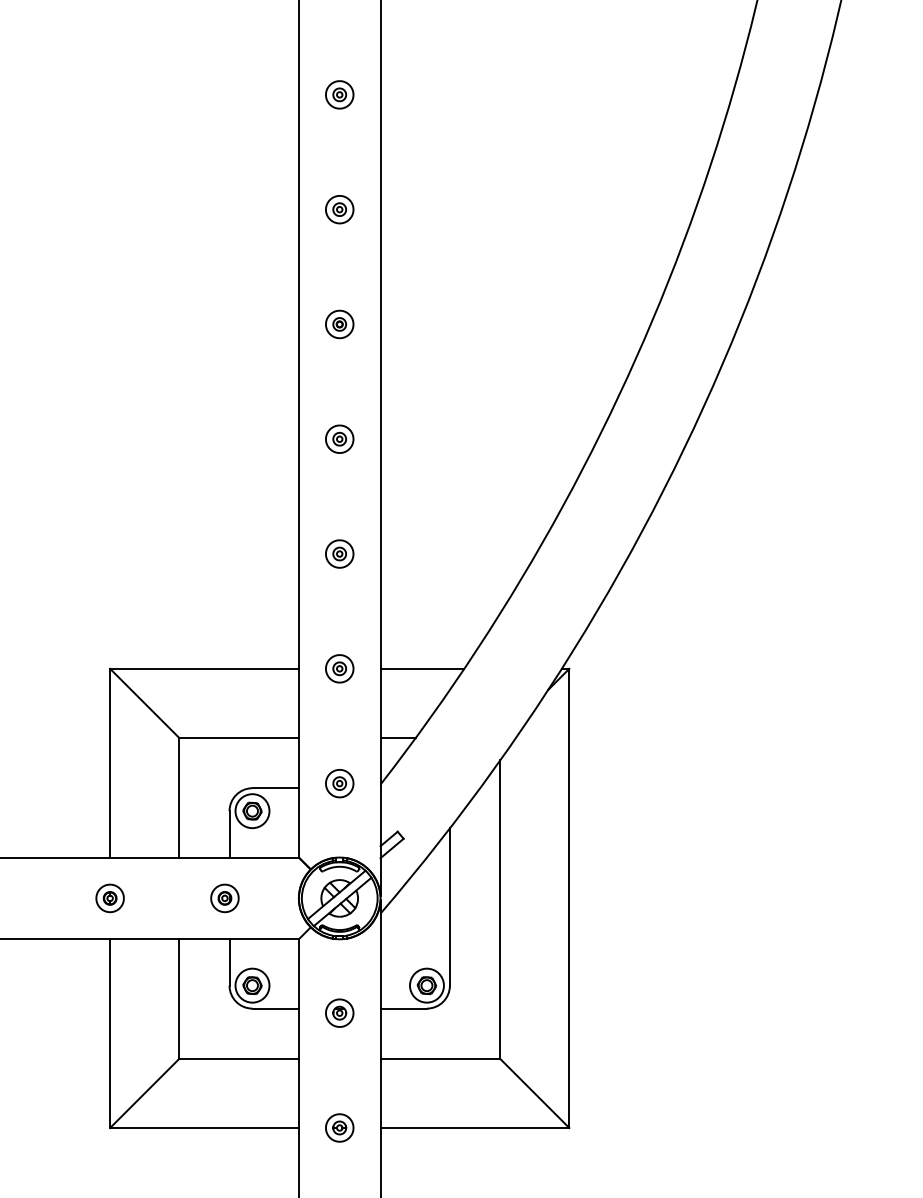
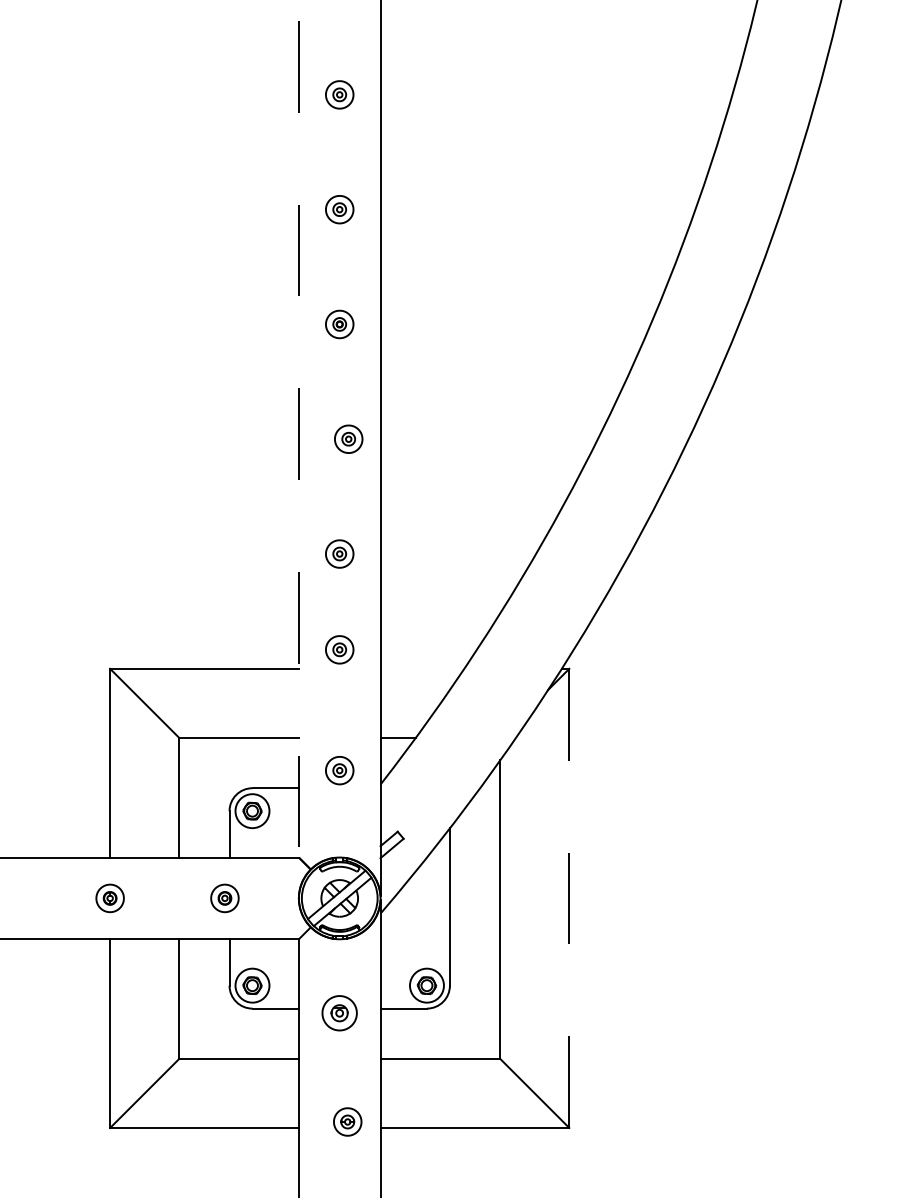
line at (298, 429): solid -> dashed
part at (339, 438) position: (339, 438) -> (348, 438)
part at (339, 668) position: (339, 668) -> (339, 649)
line at (422, 668): present -> none
part at (339, 783) position: (339, 783) -> (339, 770)
line at (569, 898): solid -> dashed
part at (339, 1012) size: 30x30 px -> 37x37 px
part at (339, 1127) position: (339, 1127) -> (347, 1121)
